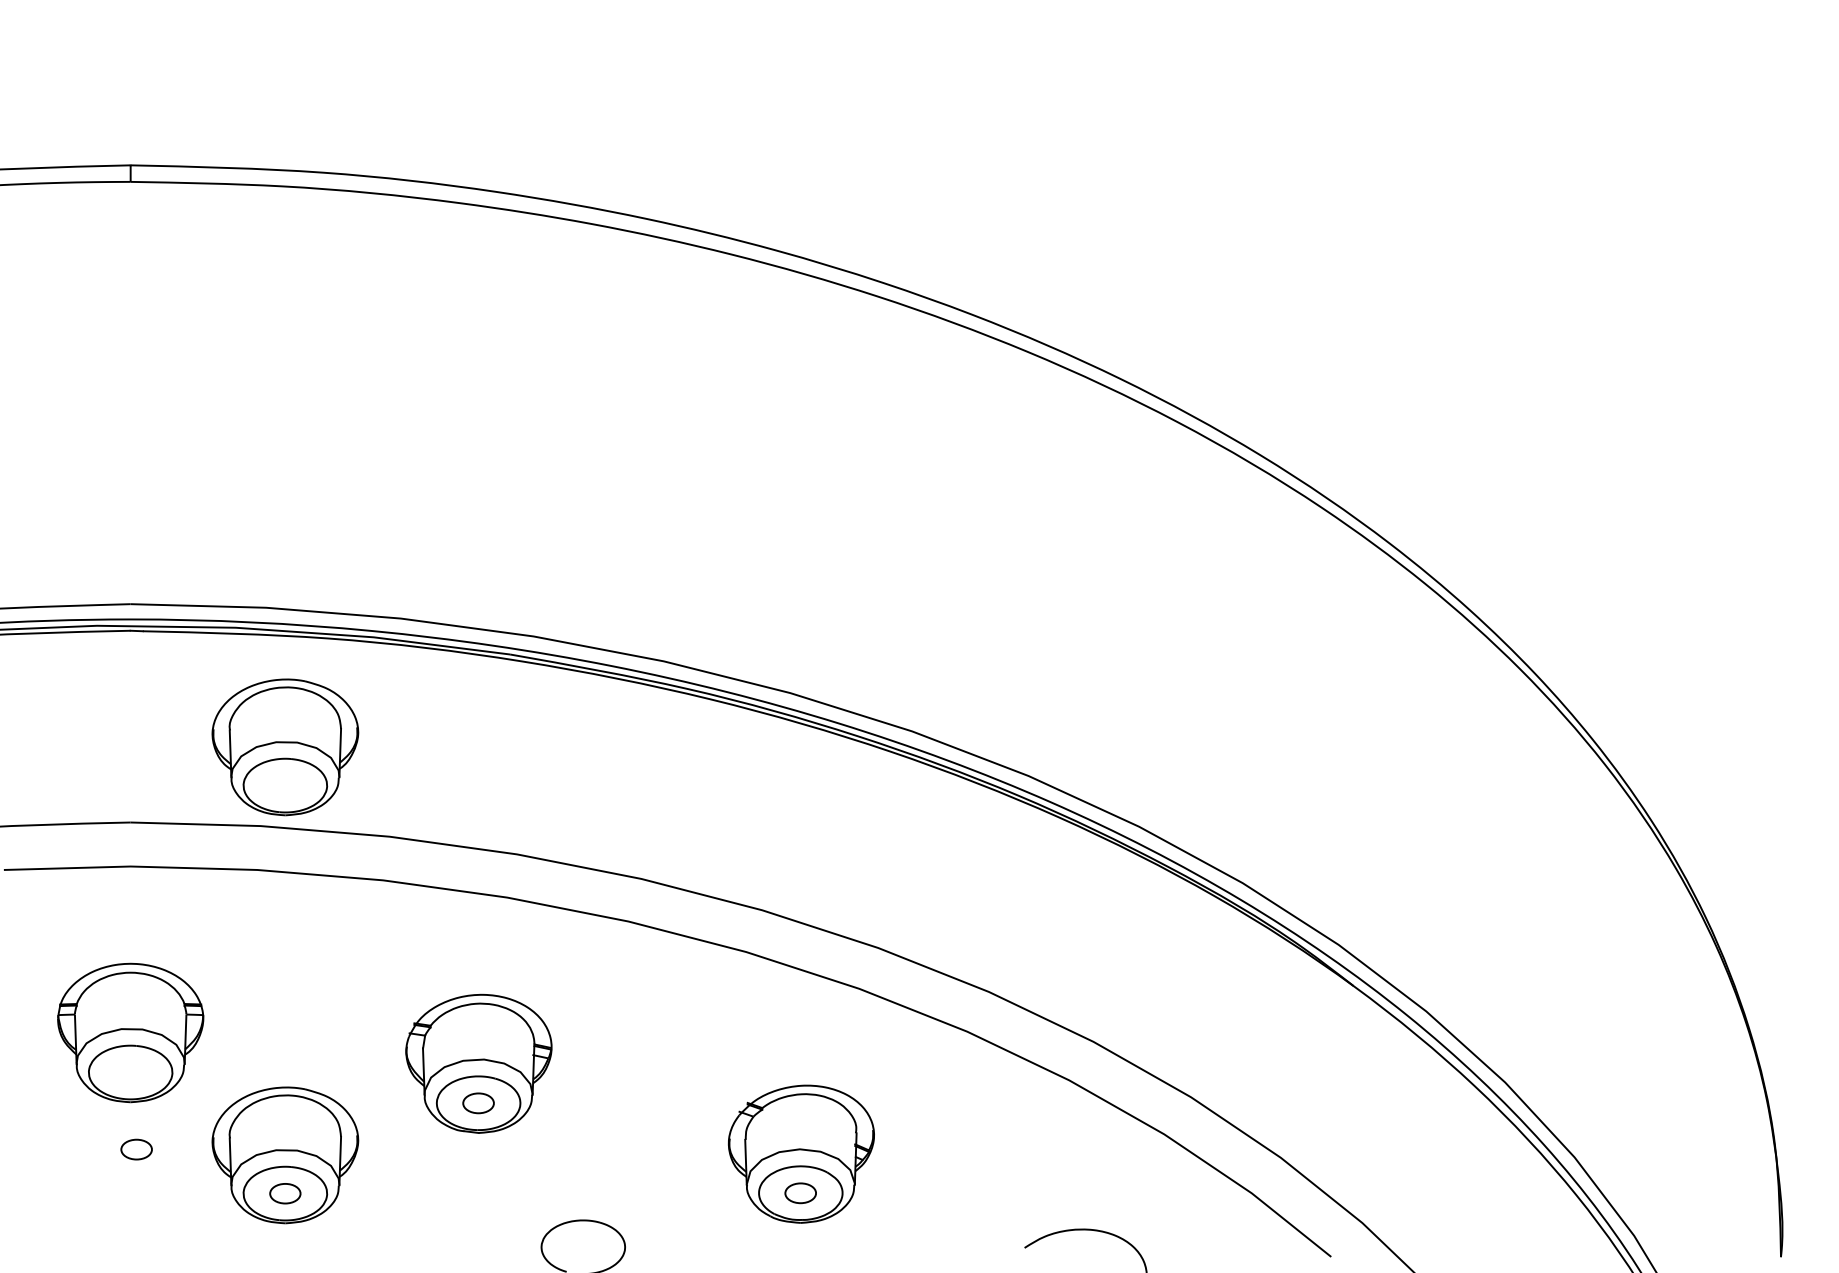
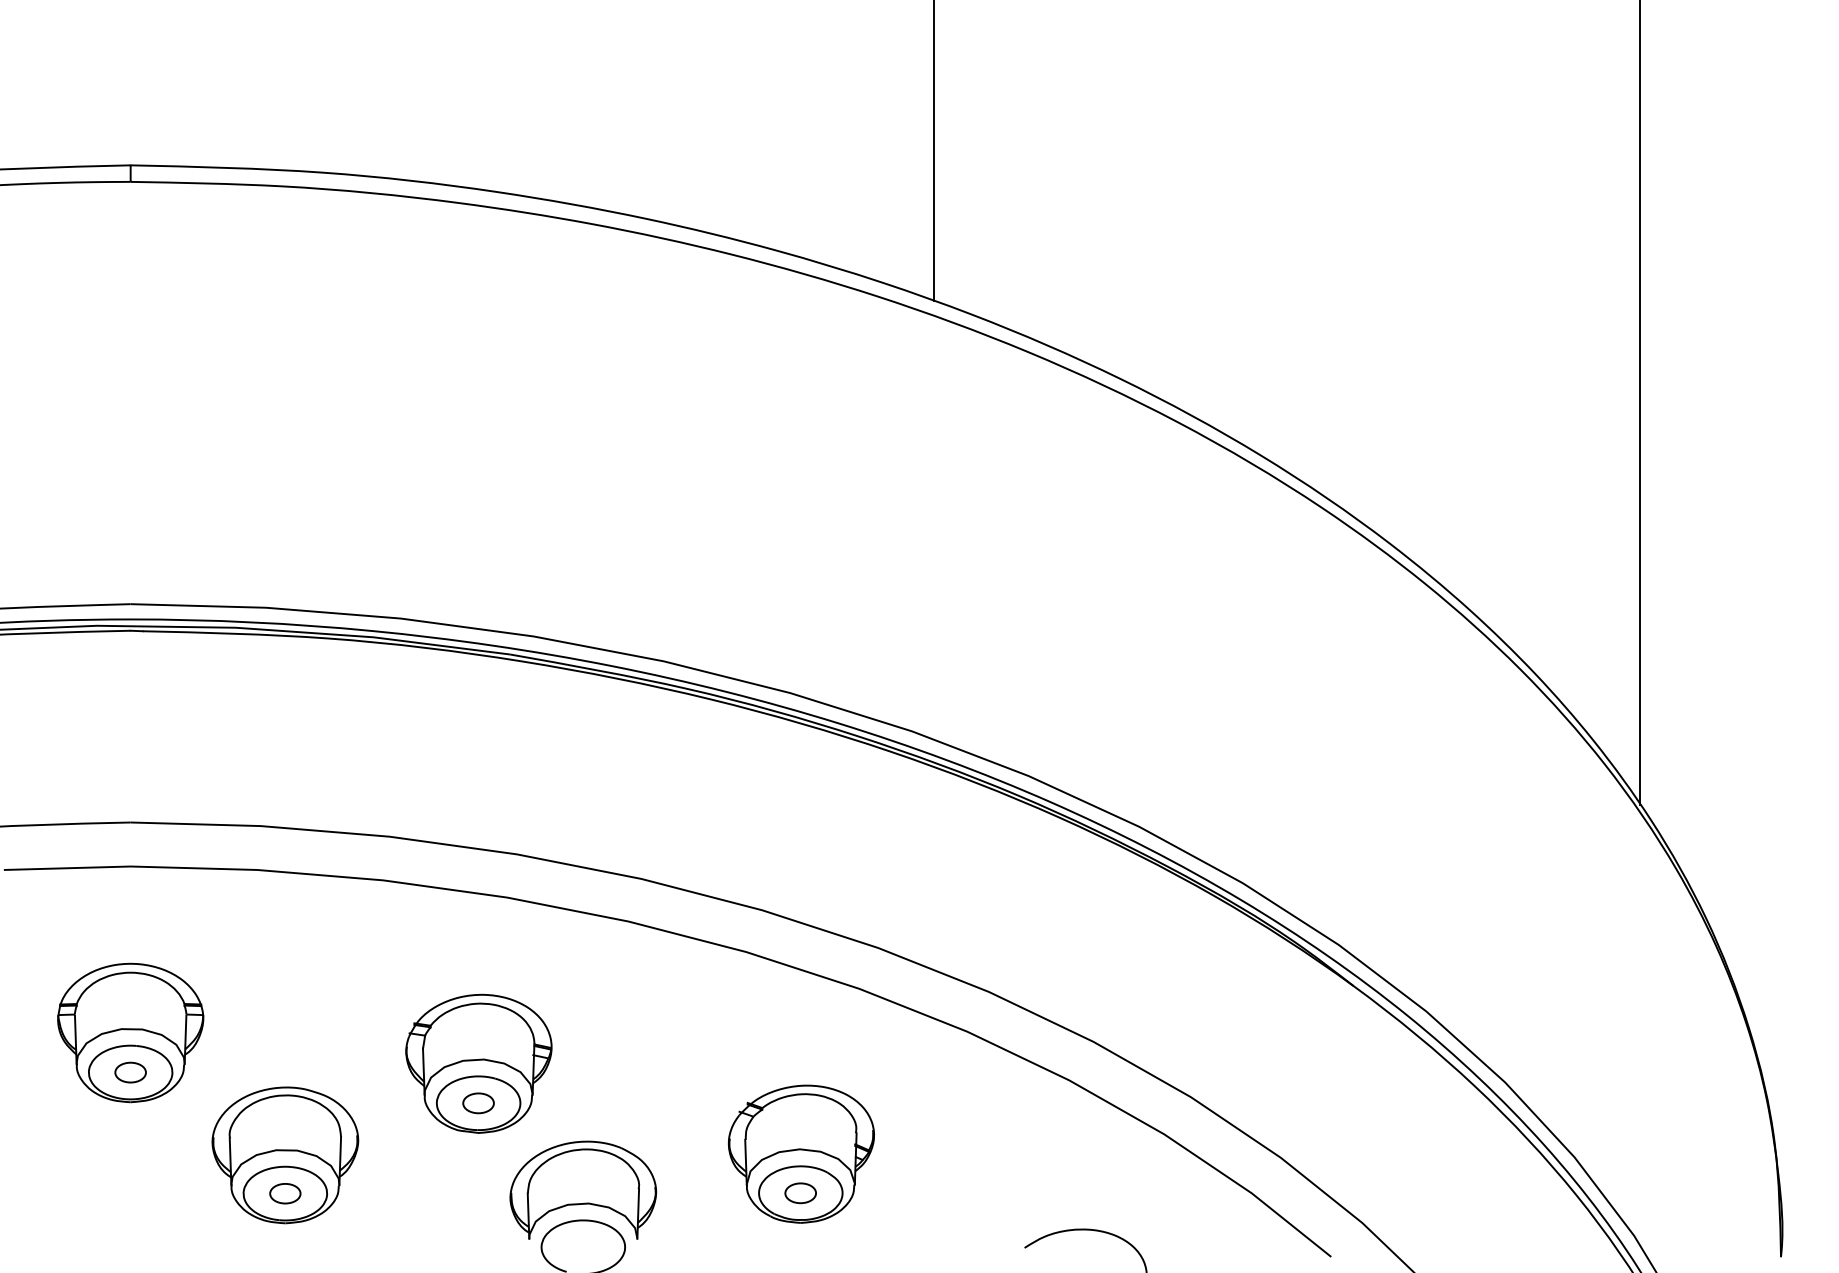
line at (933, 151): none -> present
line at (1639, 403): none -> present
part at (285, 747): present -> none
part at (136, 1149) position: (136, 1149) -> (130, 1072)
part at (583, 1189): none -> present
